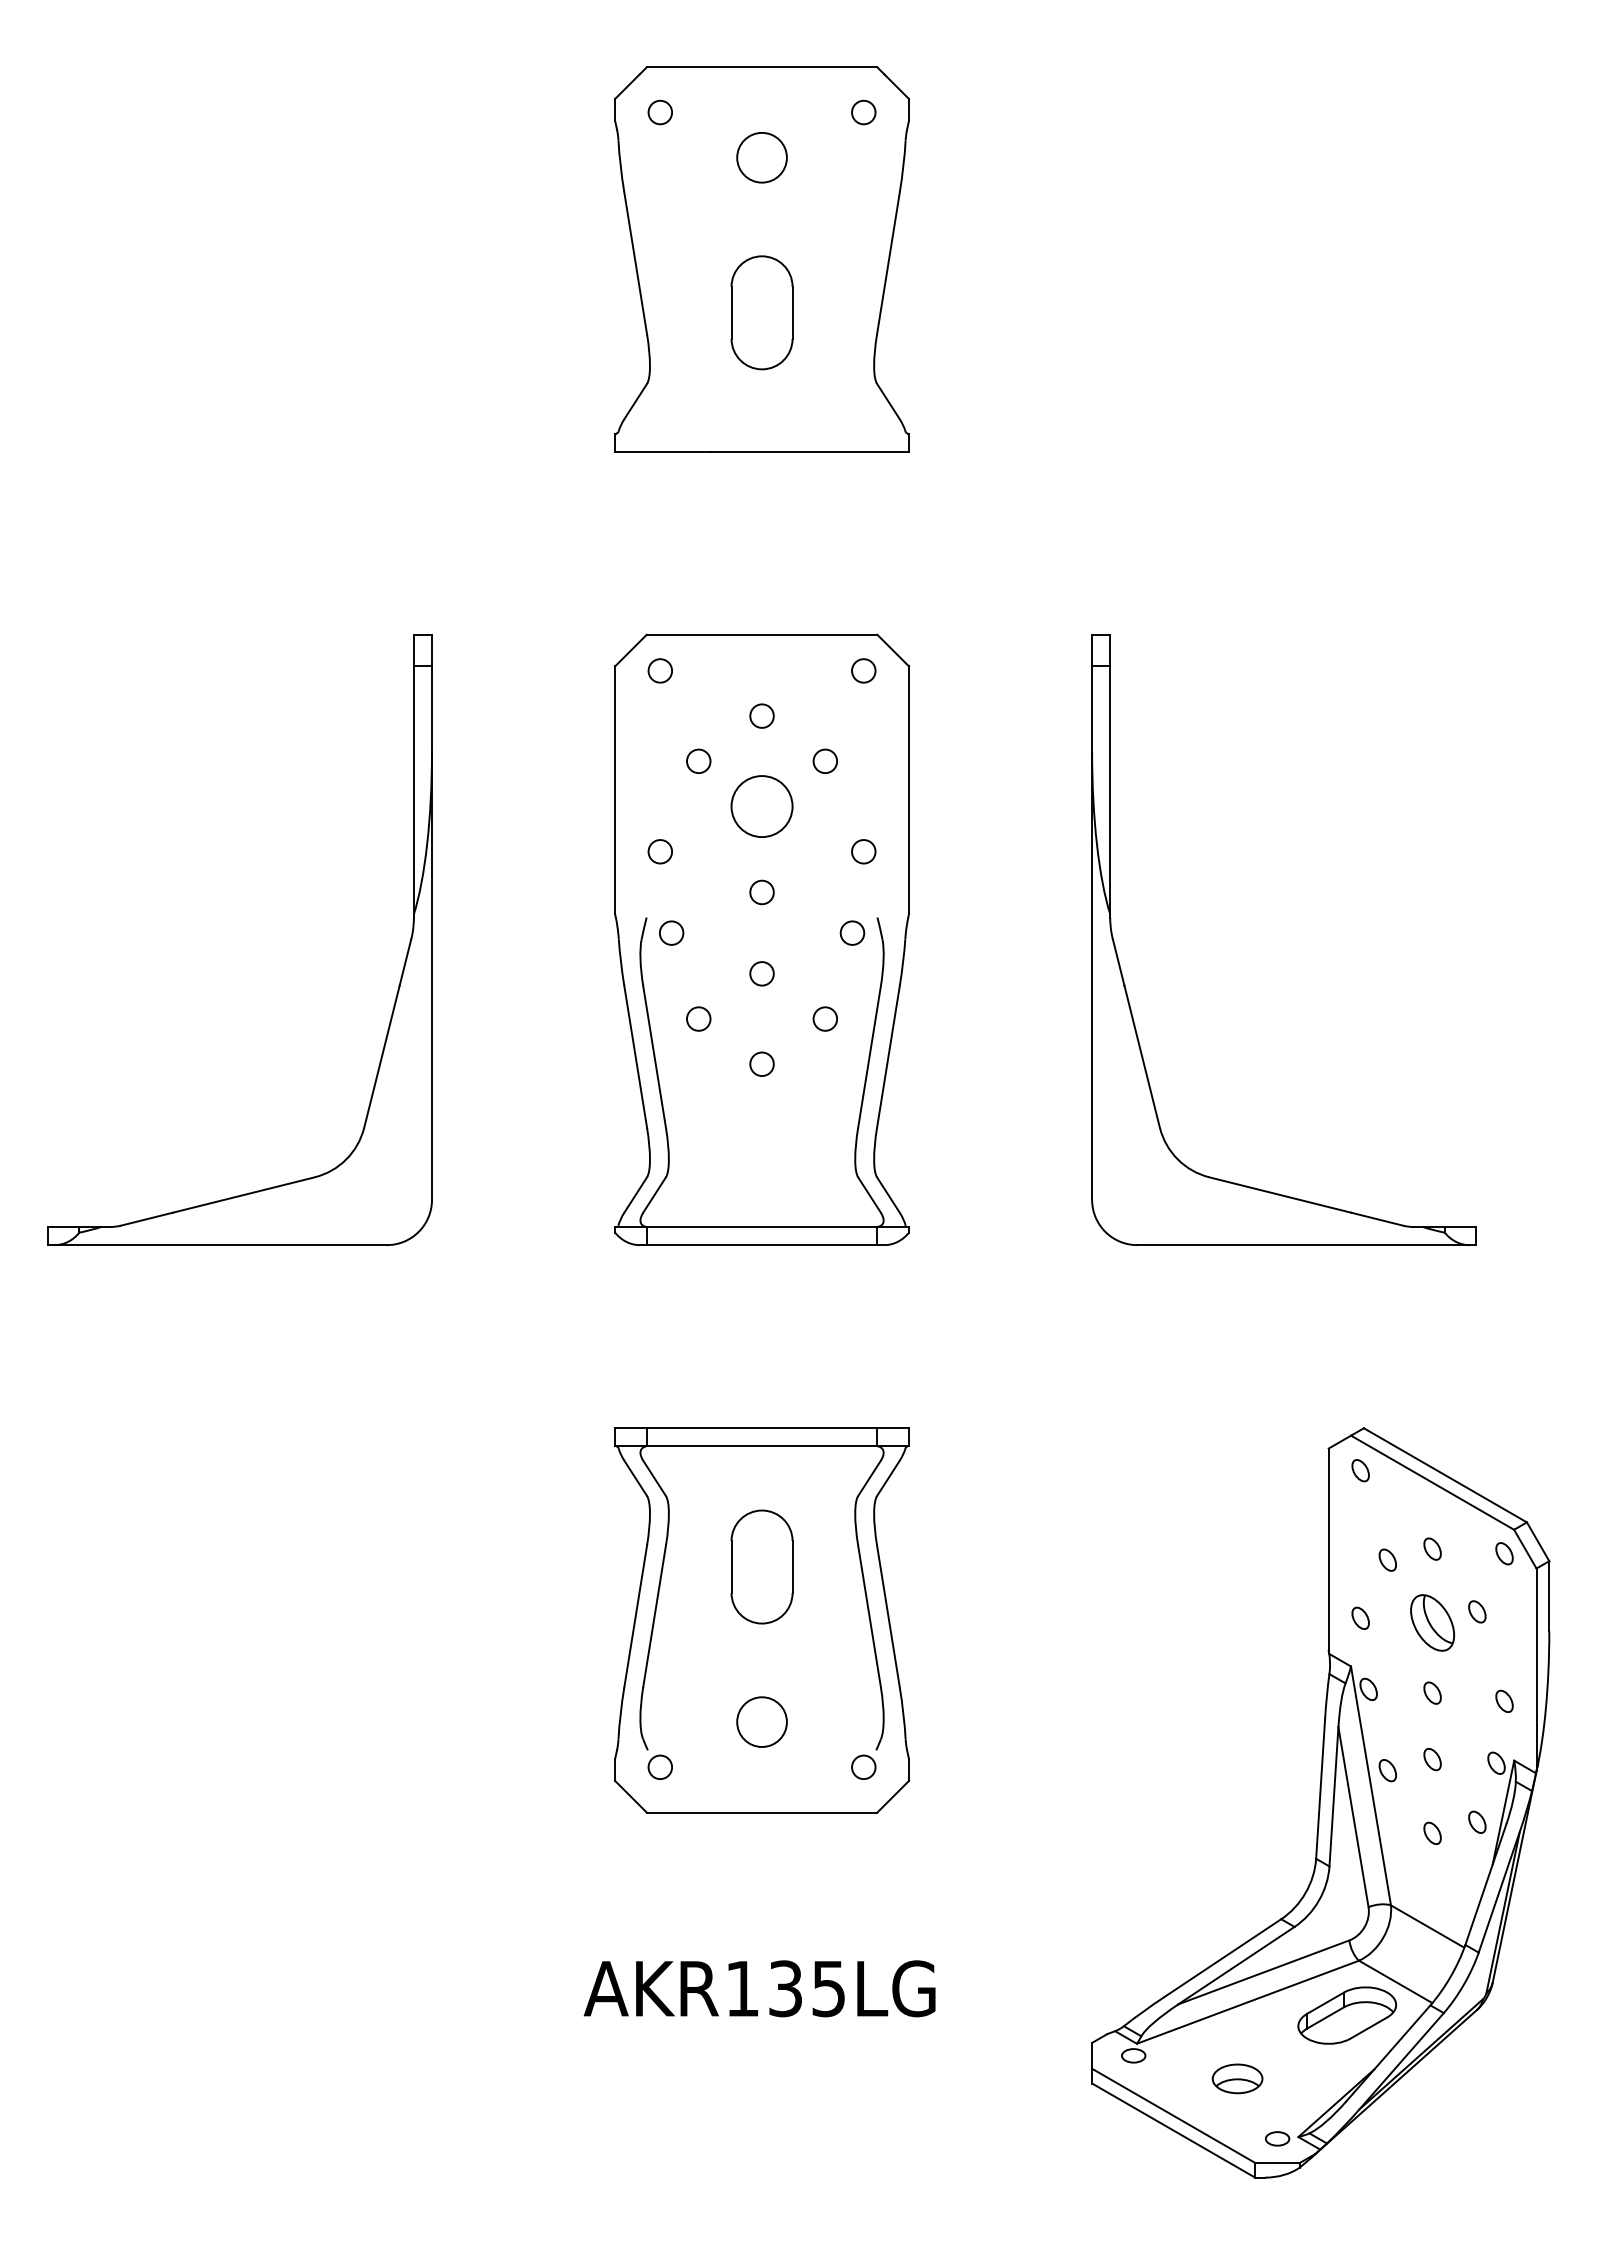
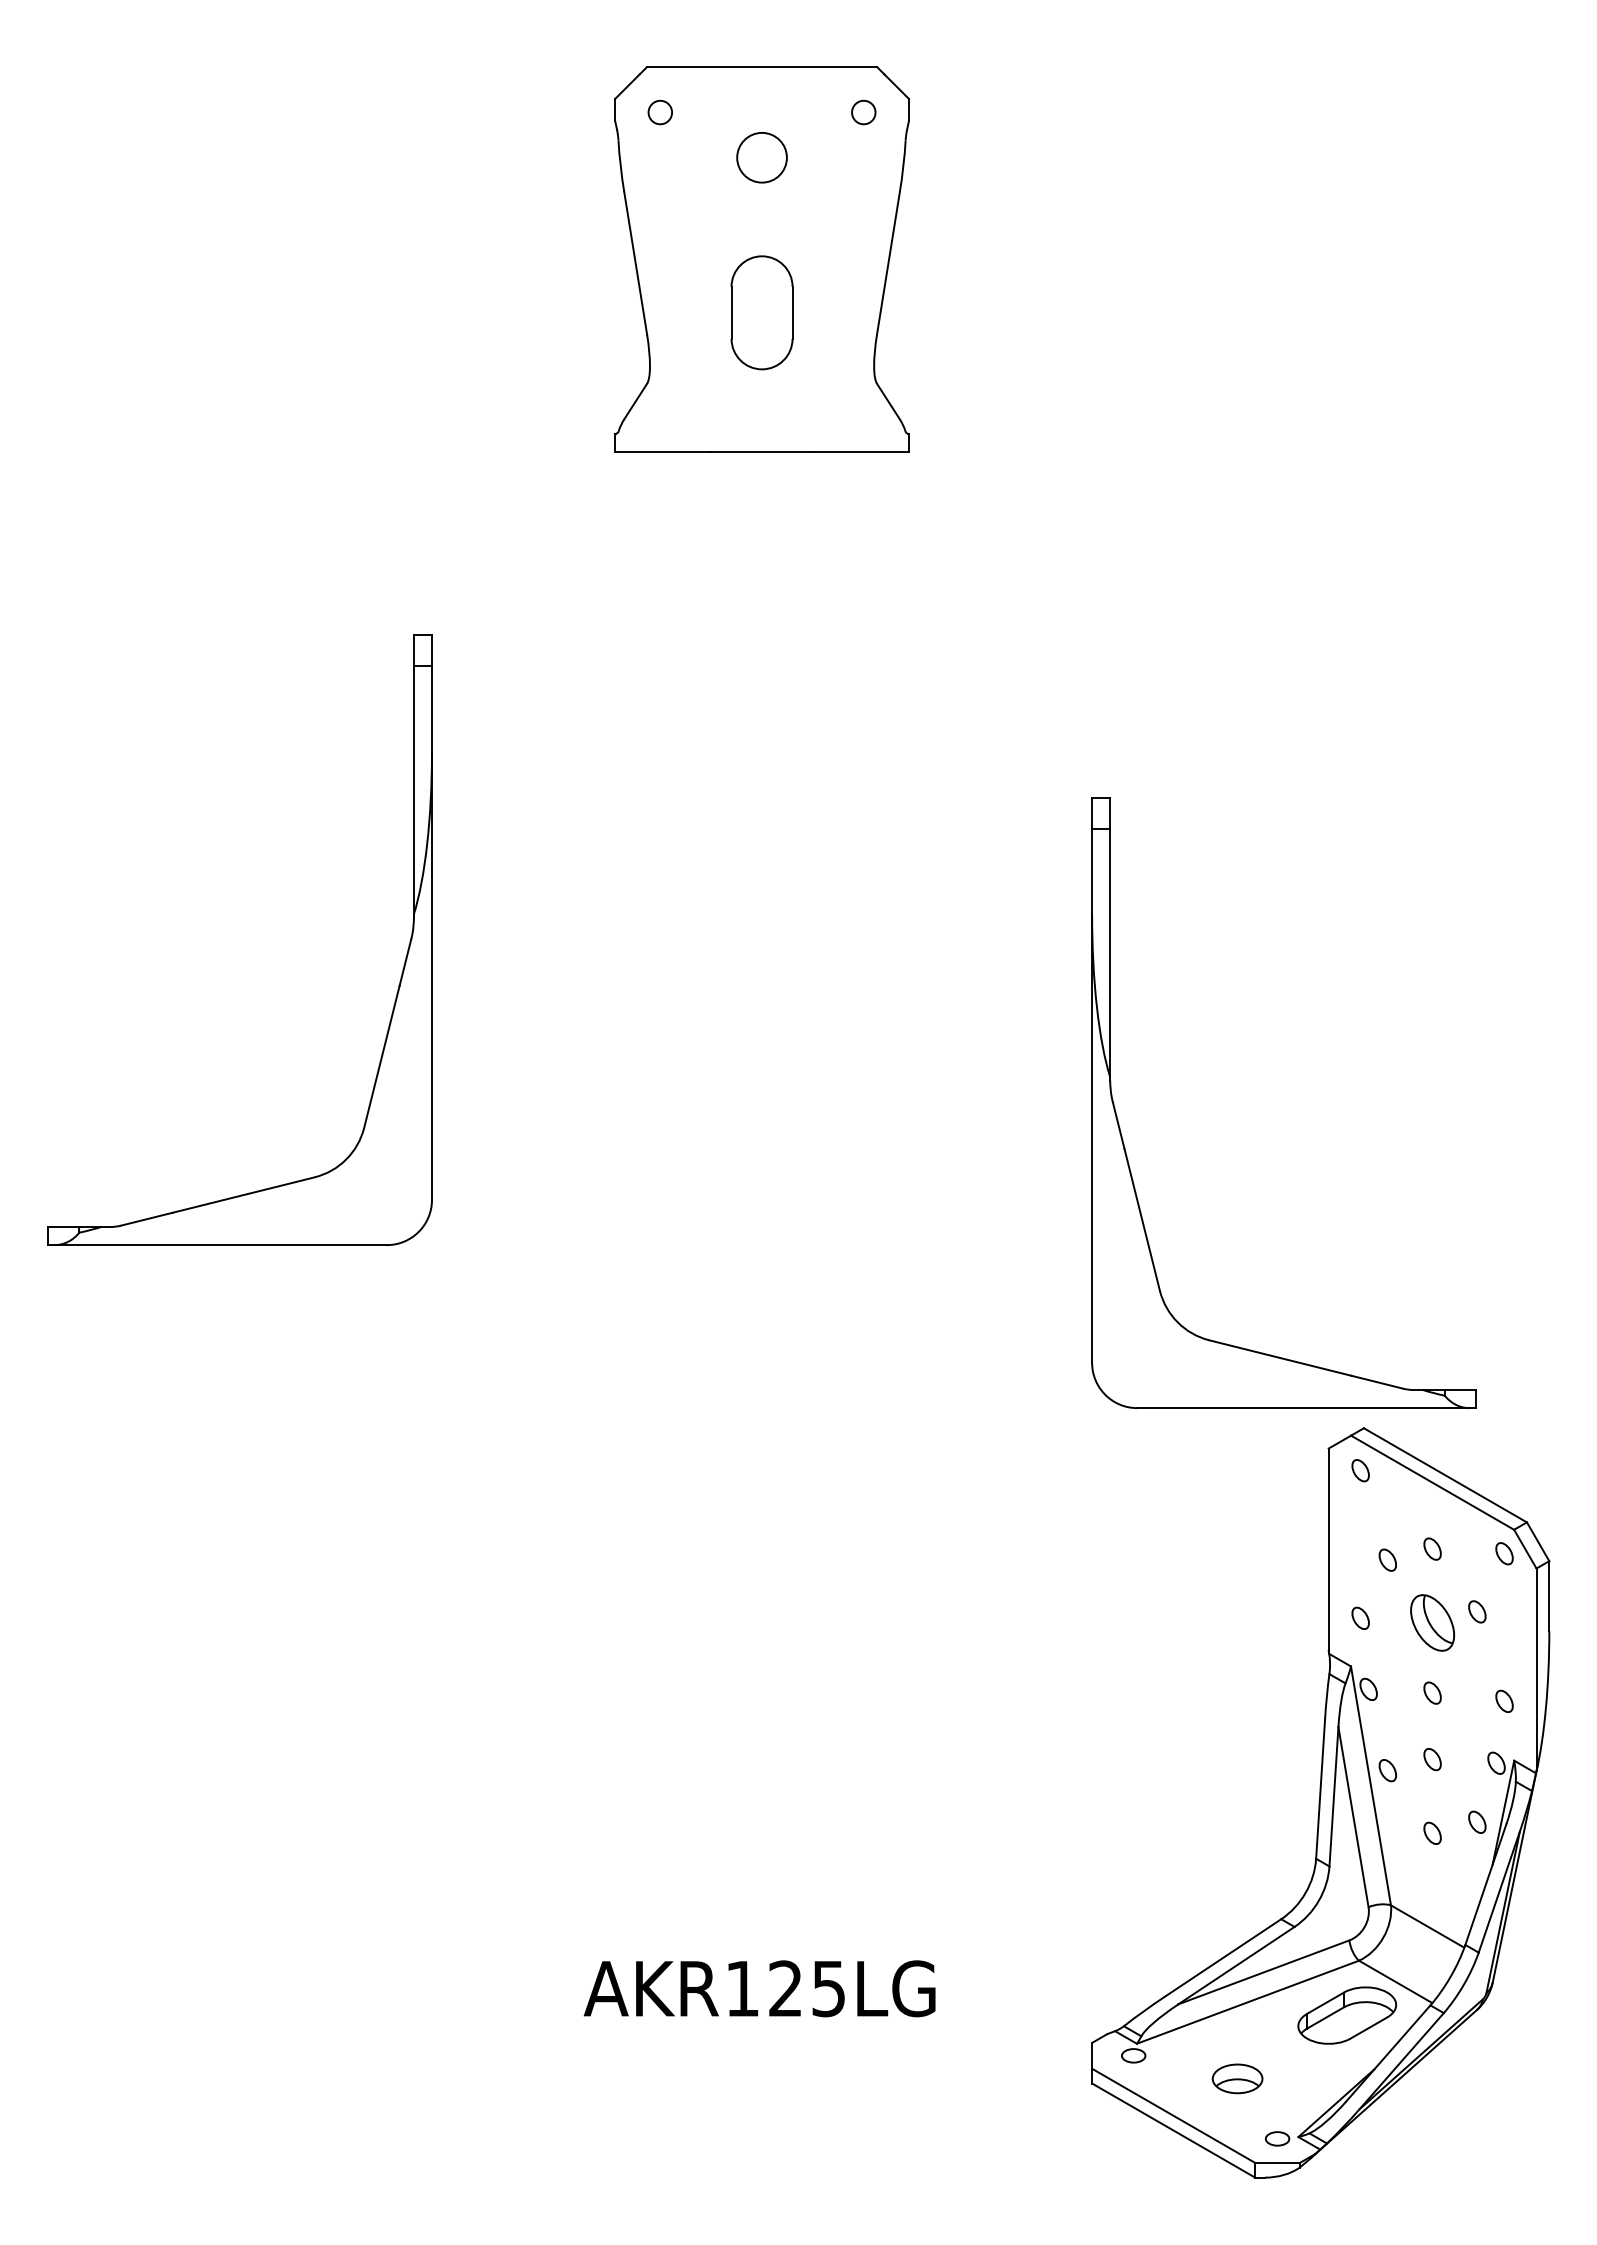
part at (762, 939): present -> none
part at (1124, 980) position: (1124, 980) -> (1124, 1143)
part at (761, 1620): present -> none
text at (785, 1988): AKR135LG -> AKR125LG
